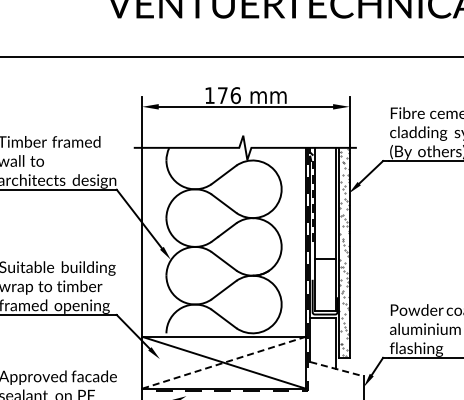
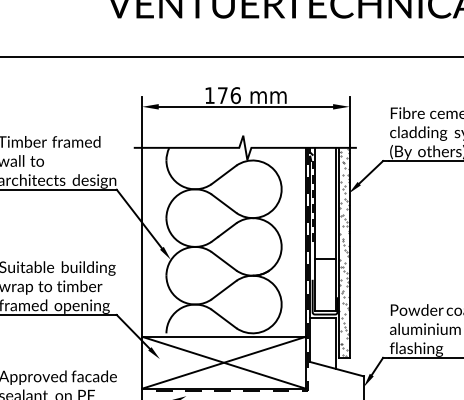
line at (224, 362): dashed -> solid
line at (337, 369): dashed -> solid
